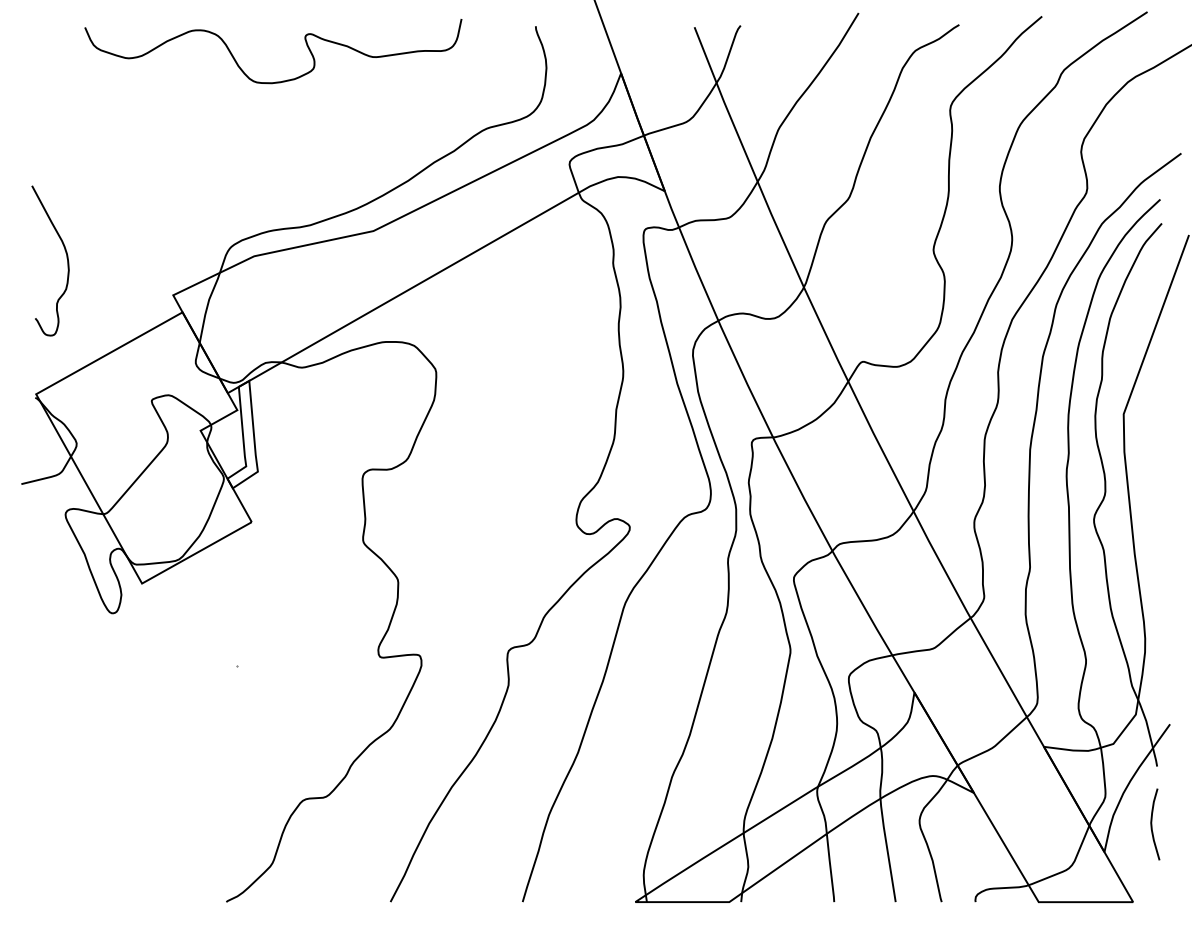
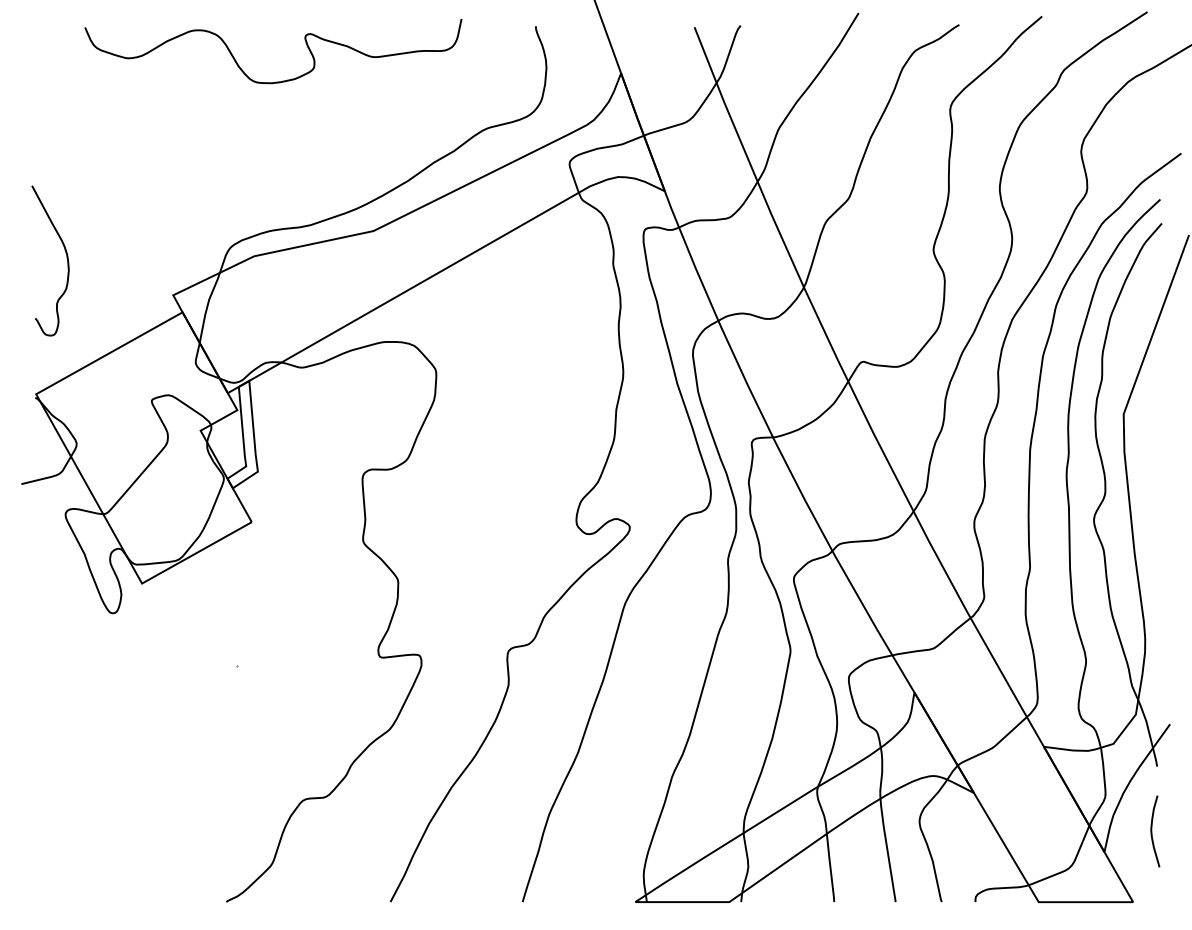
curve at (1152, 824) position: (1152, 824) -> (1152, 831)
